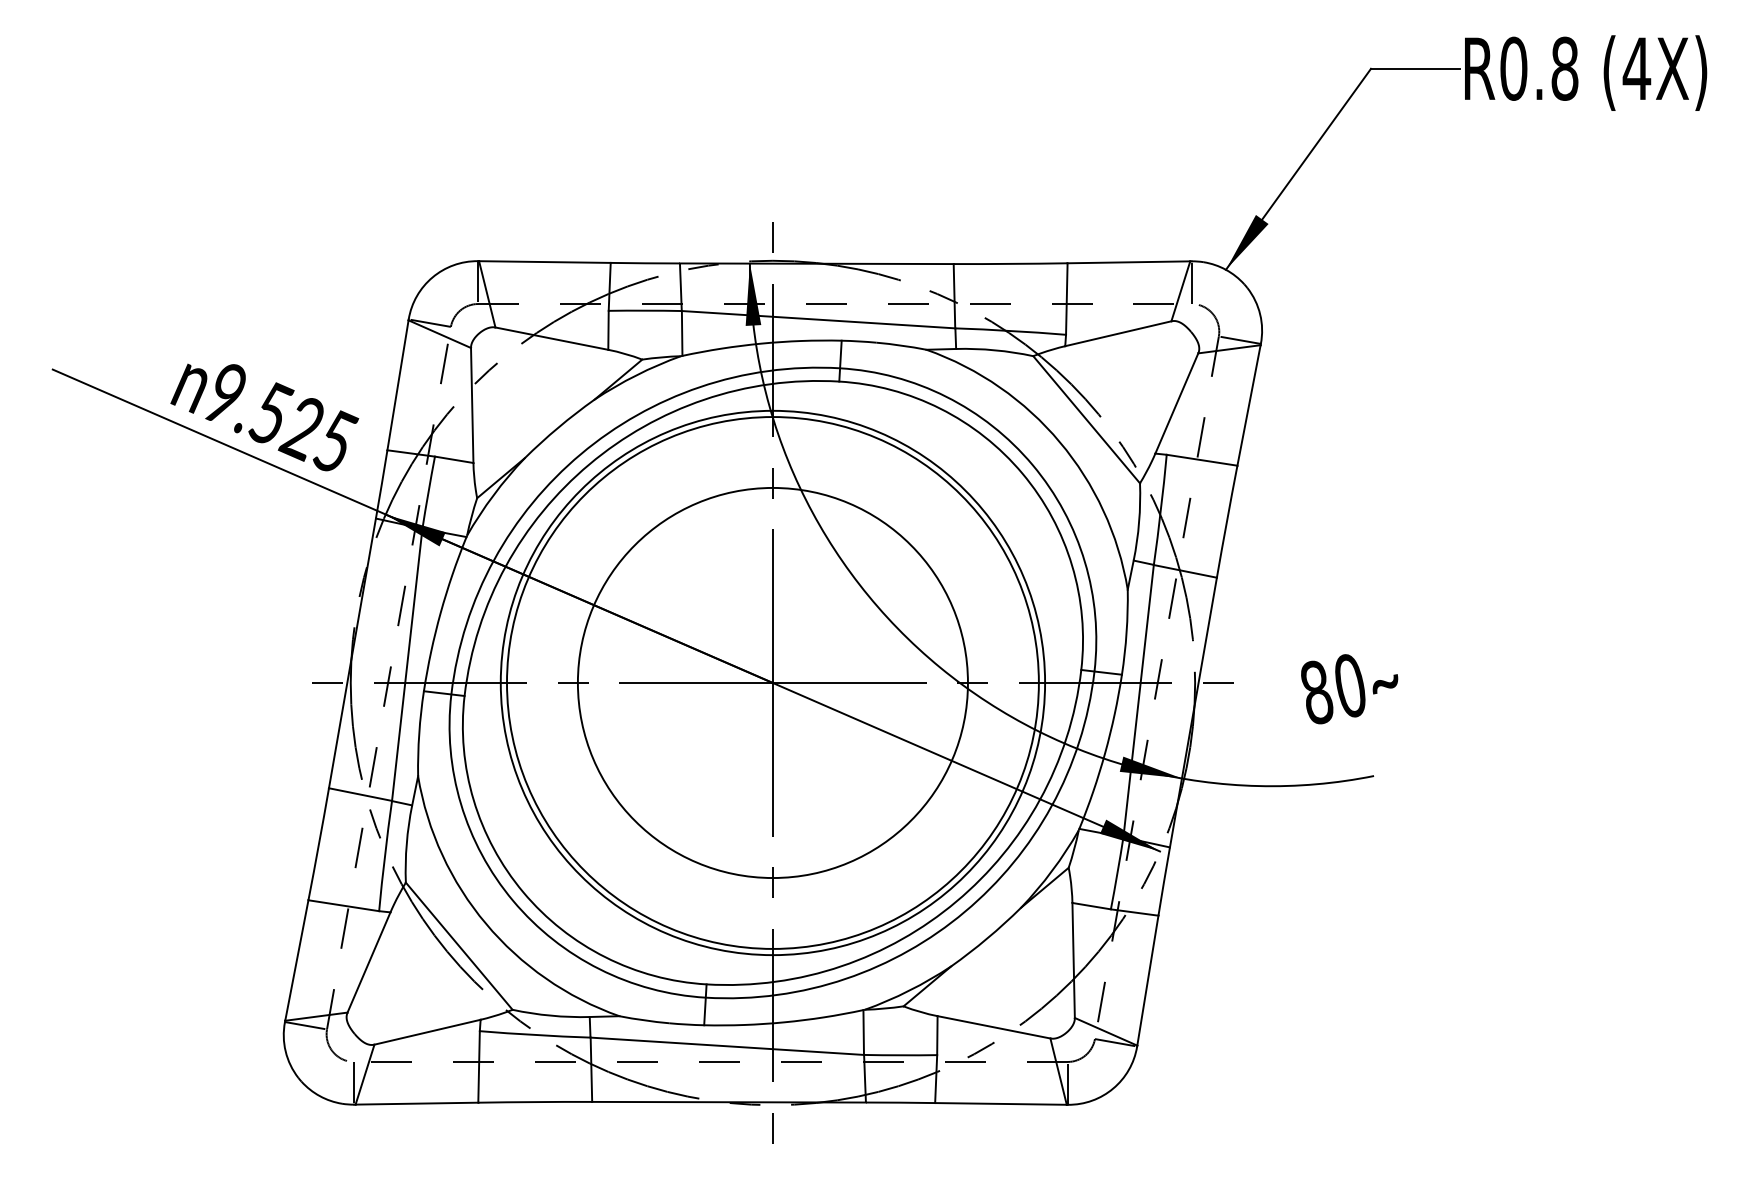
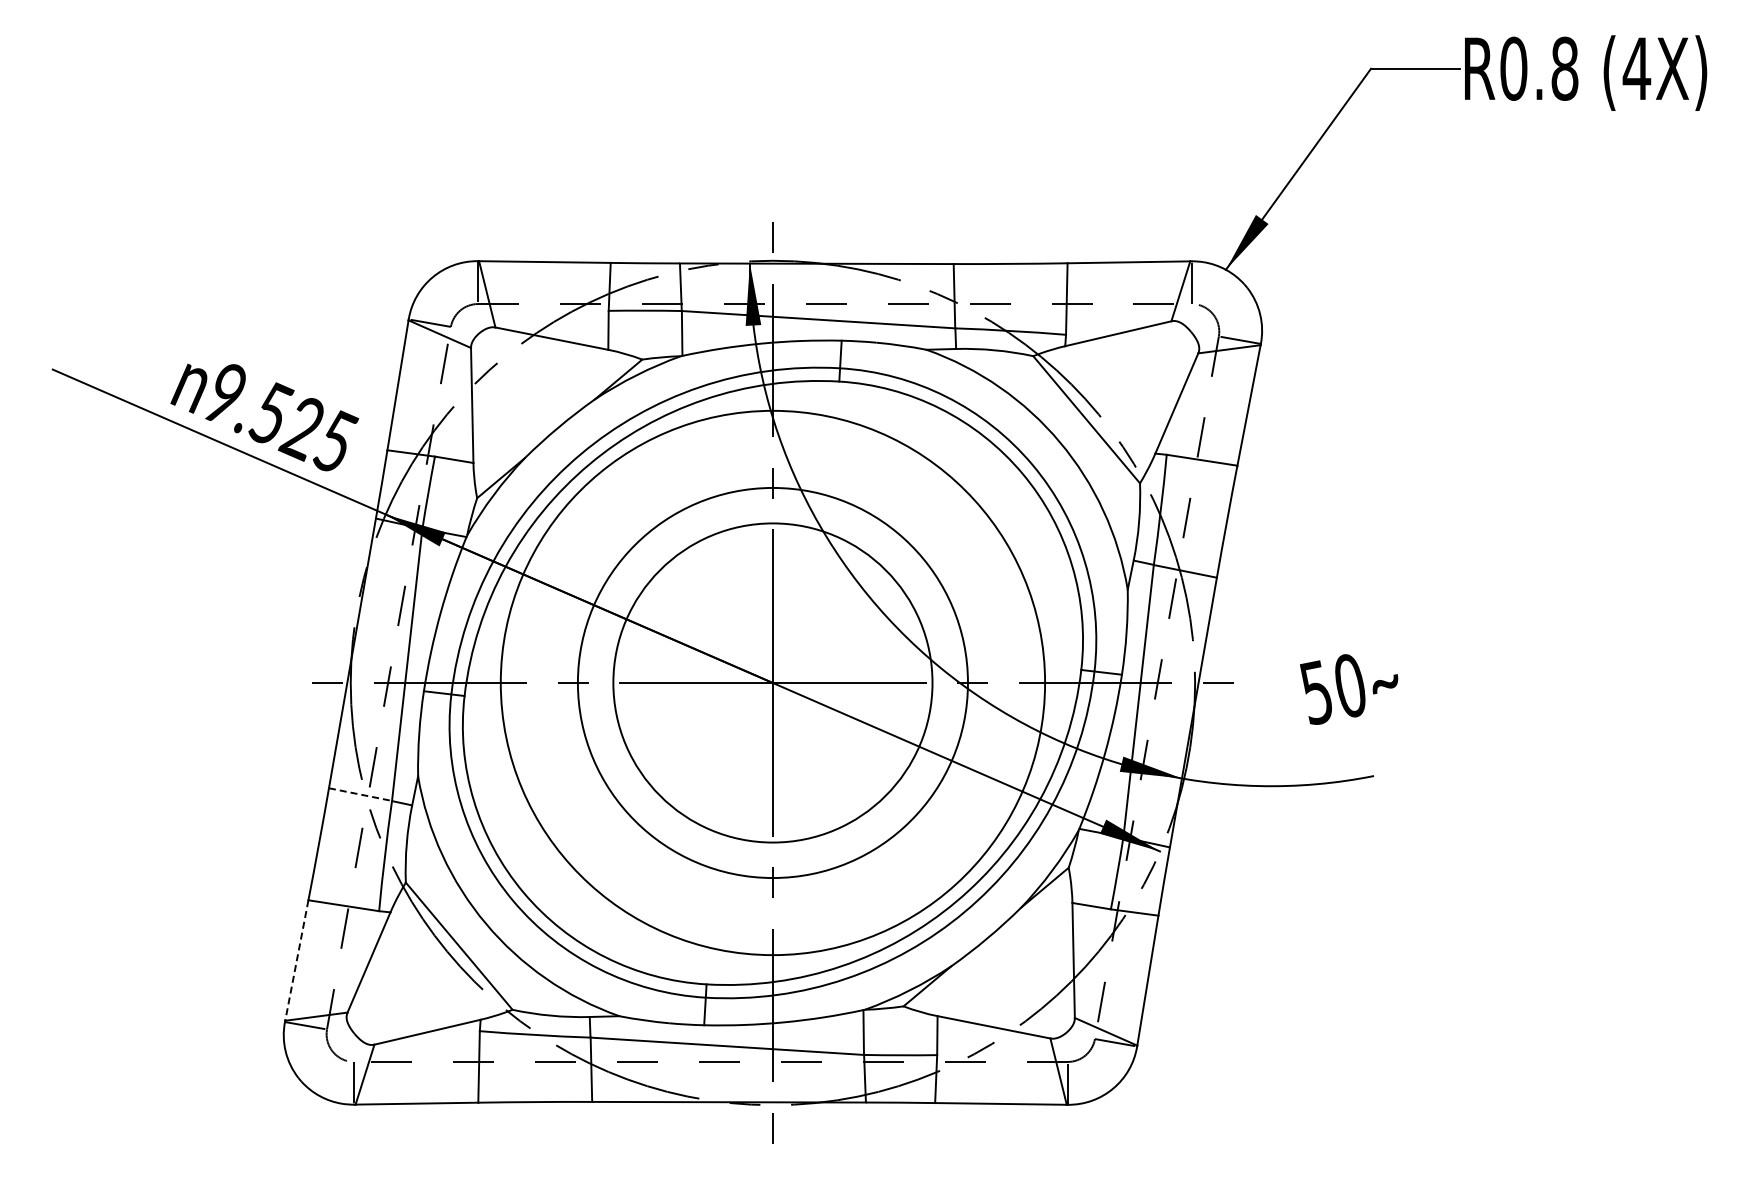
circle at (772, 682) diameter: 532 px -> 319 px
text at (1316, 692): 80 -> 50
line at (361, 794): solid -> dashed
line at (296, 961): solid -> dashed
